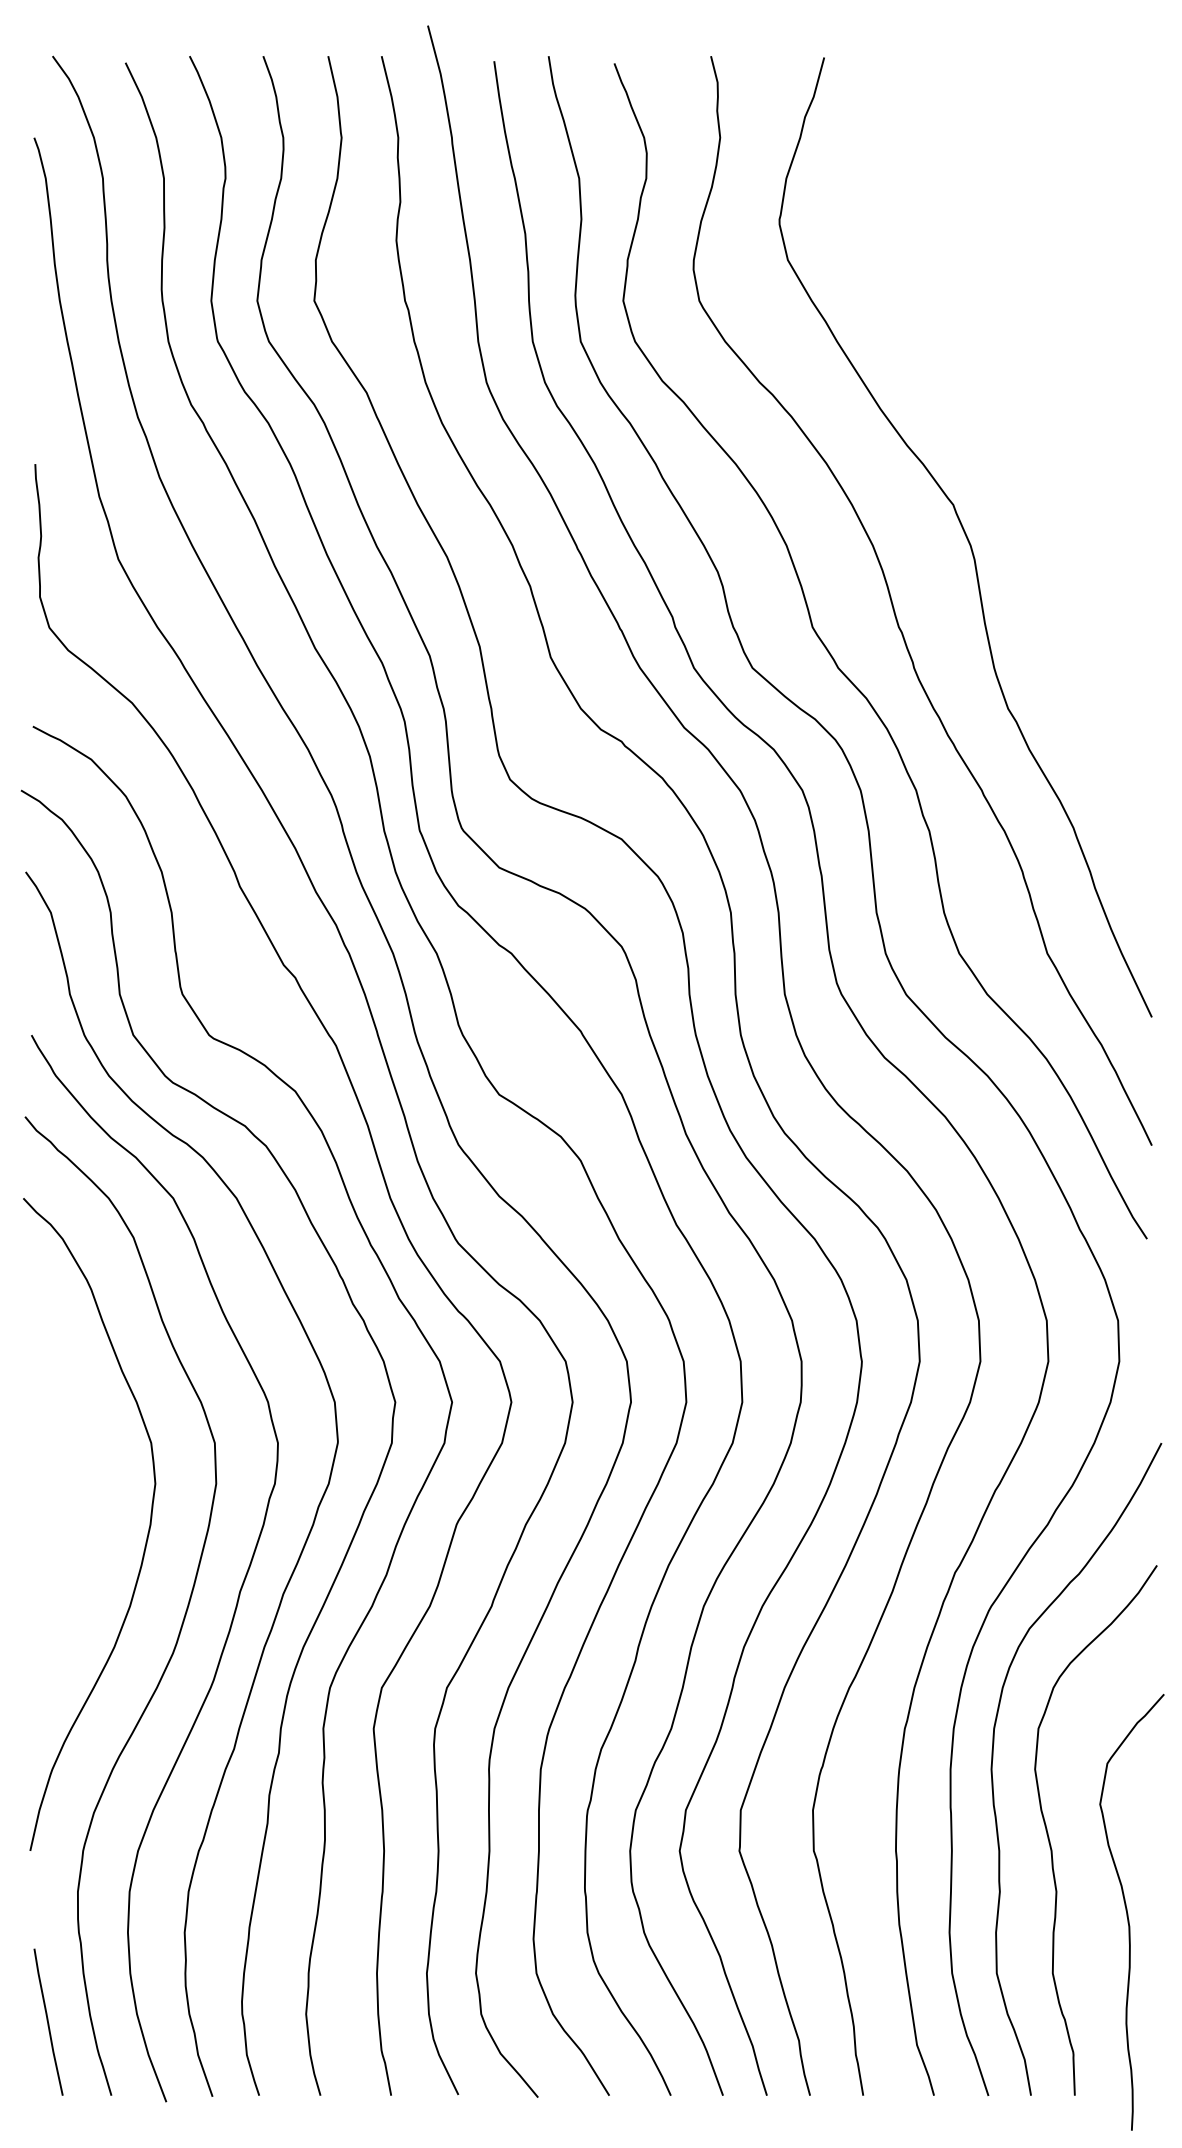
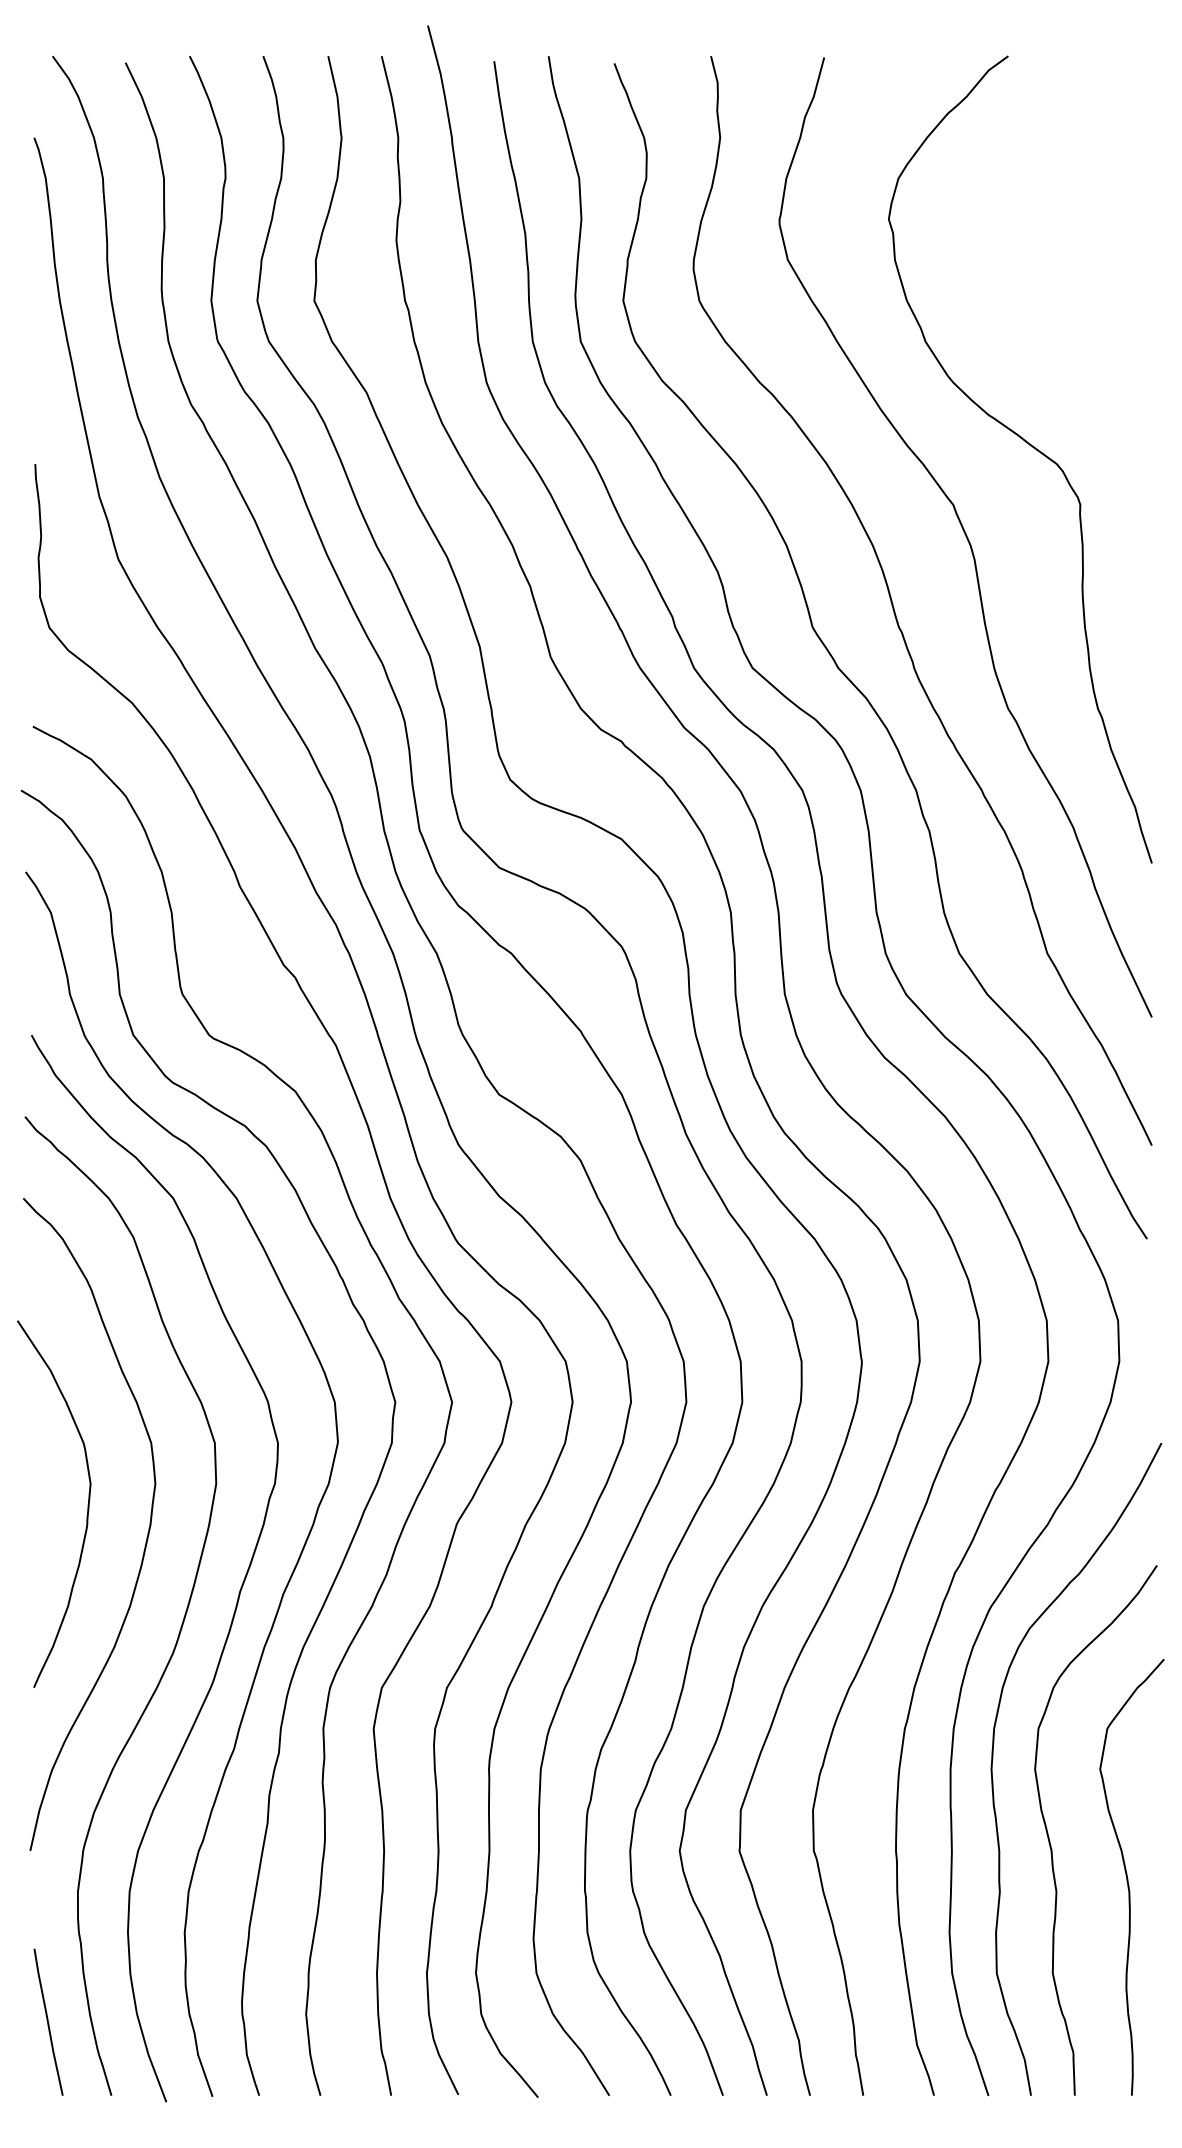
curve at (1030, 446): none -> present
curve at (87, 1504): none -> present
curve at (1128, 1913) position: (1128, 1913) -> (1128, 1878)
